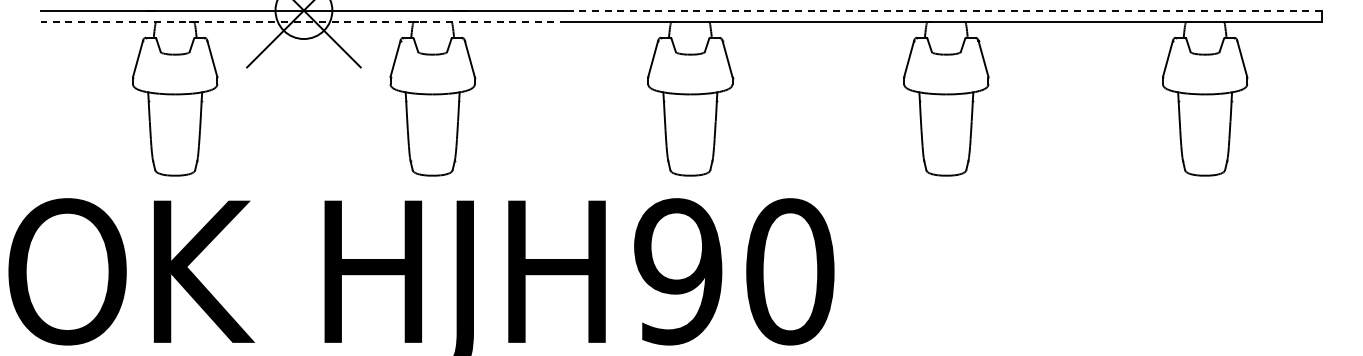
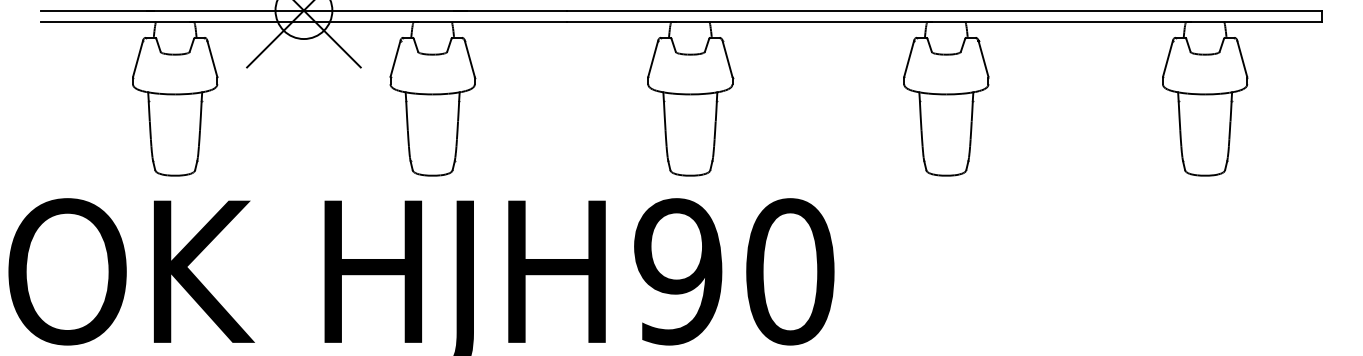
line at (944, 10): dashed -> solid
line at (303, 21): dashed -> solid
